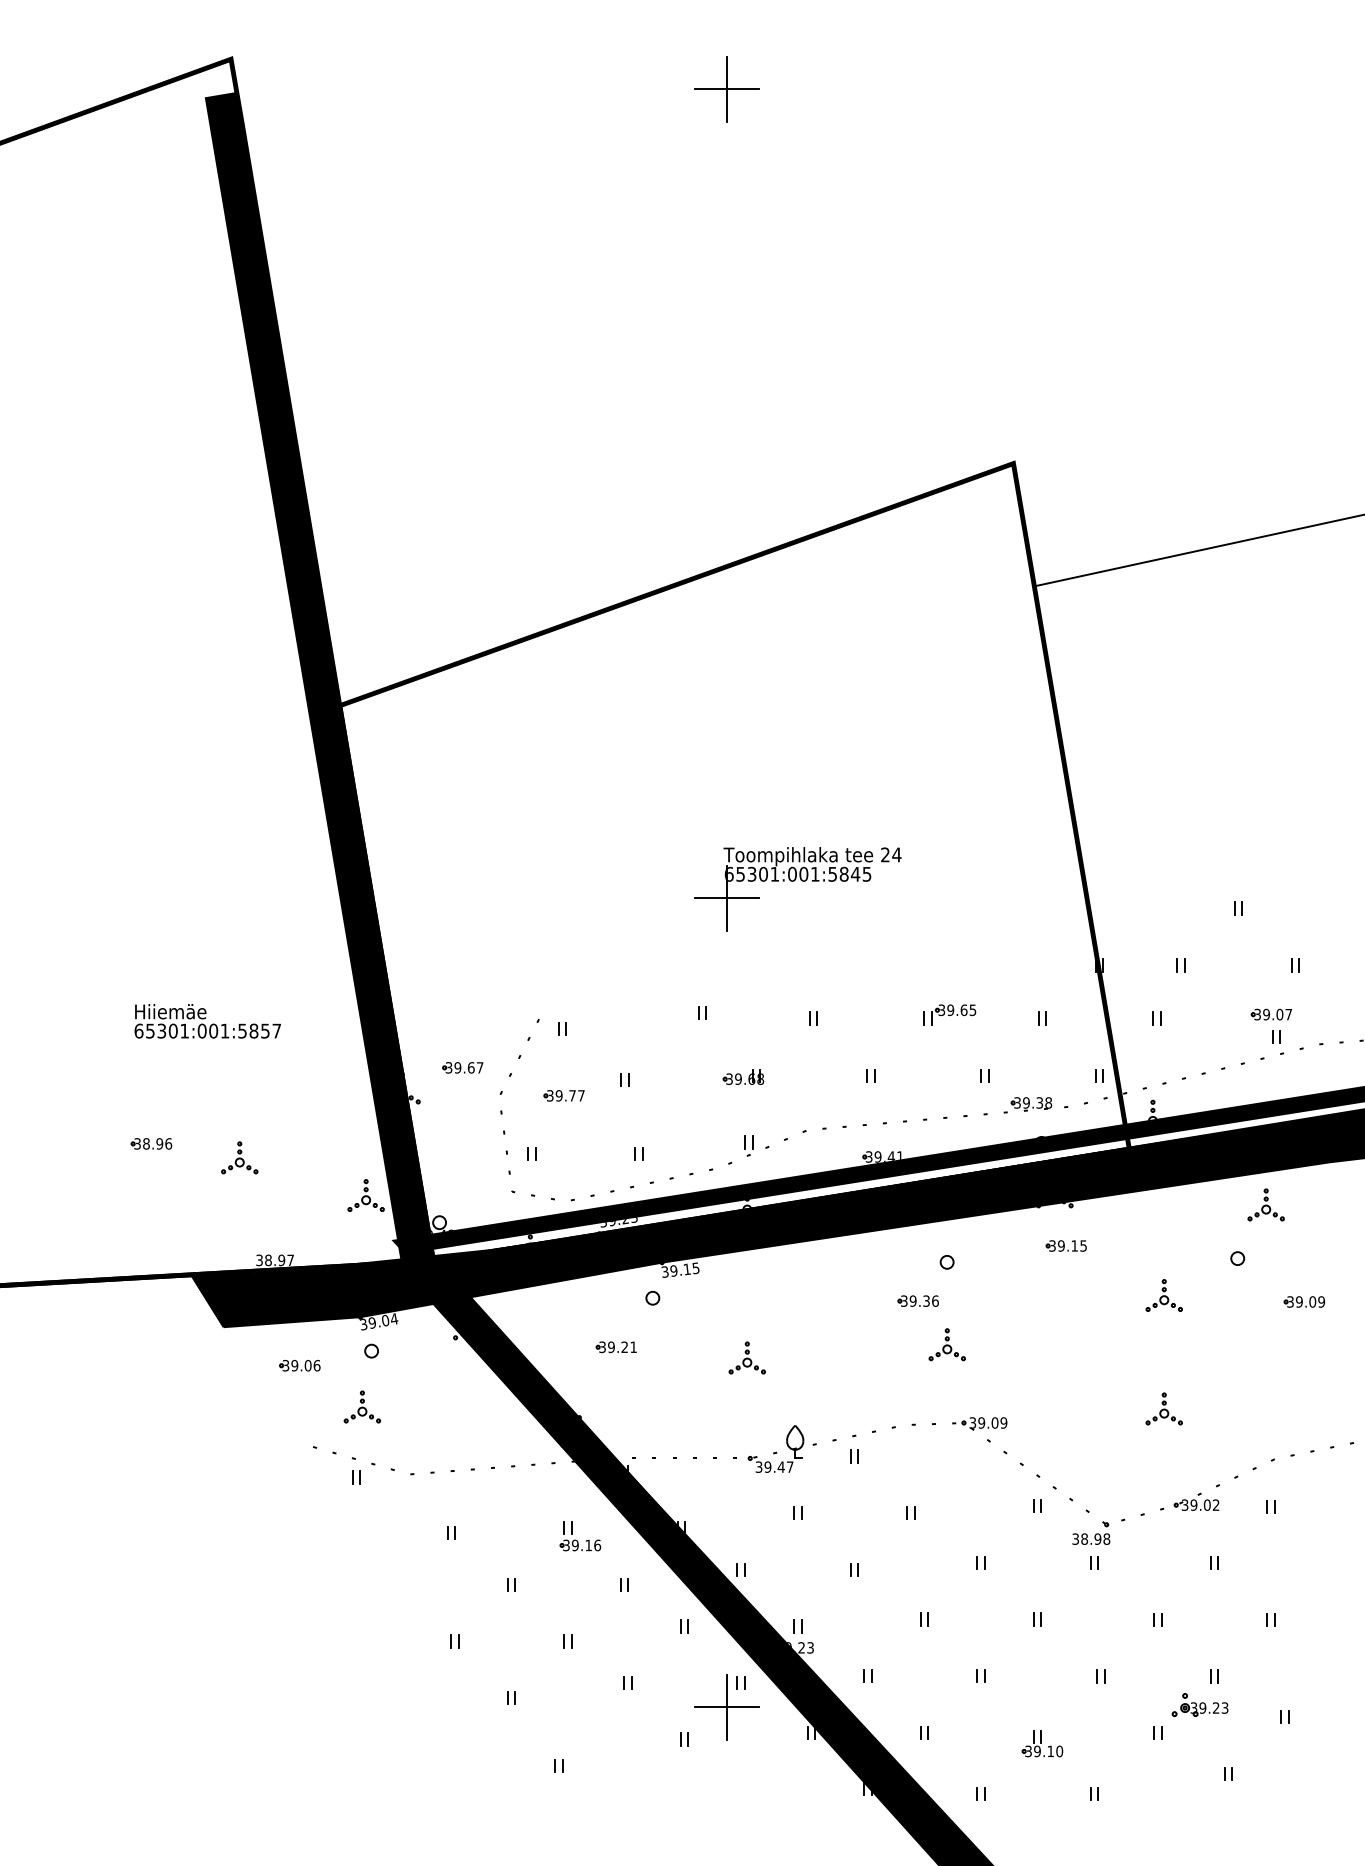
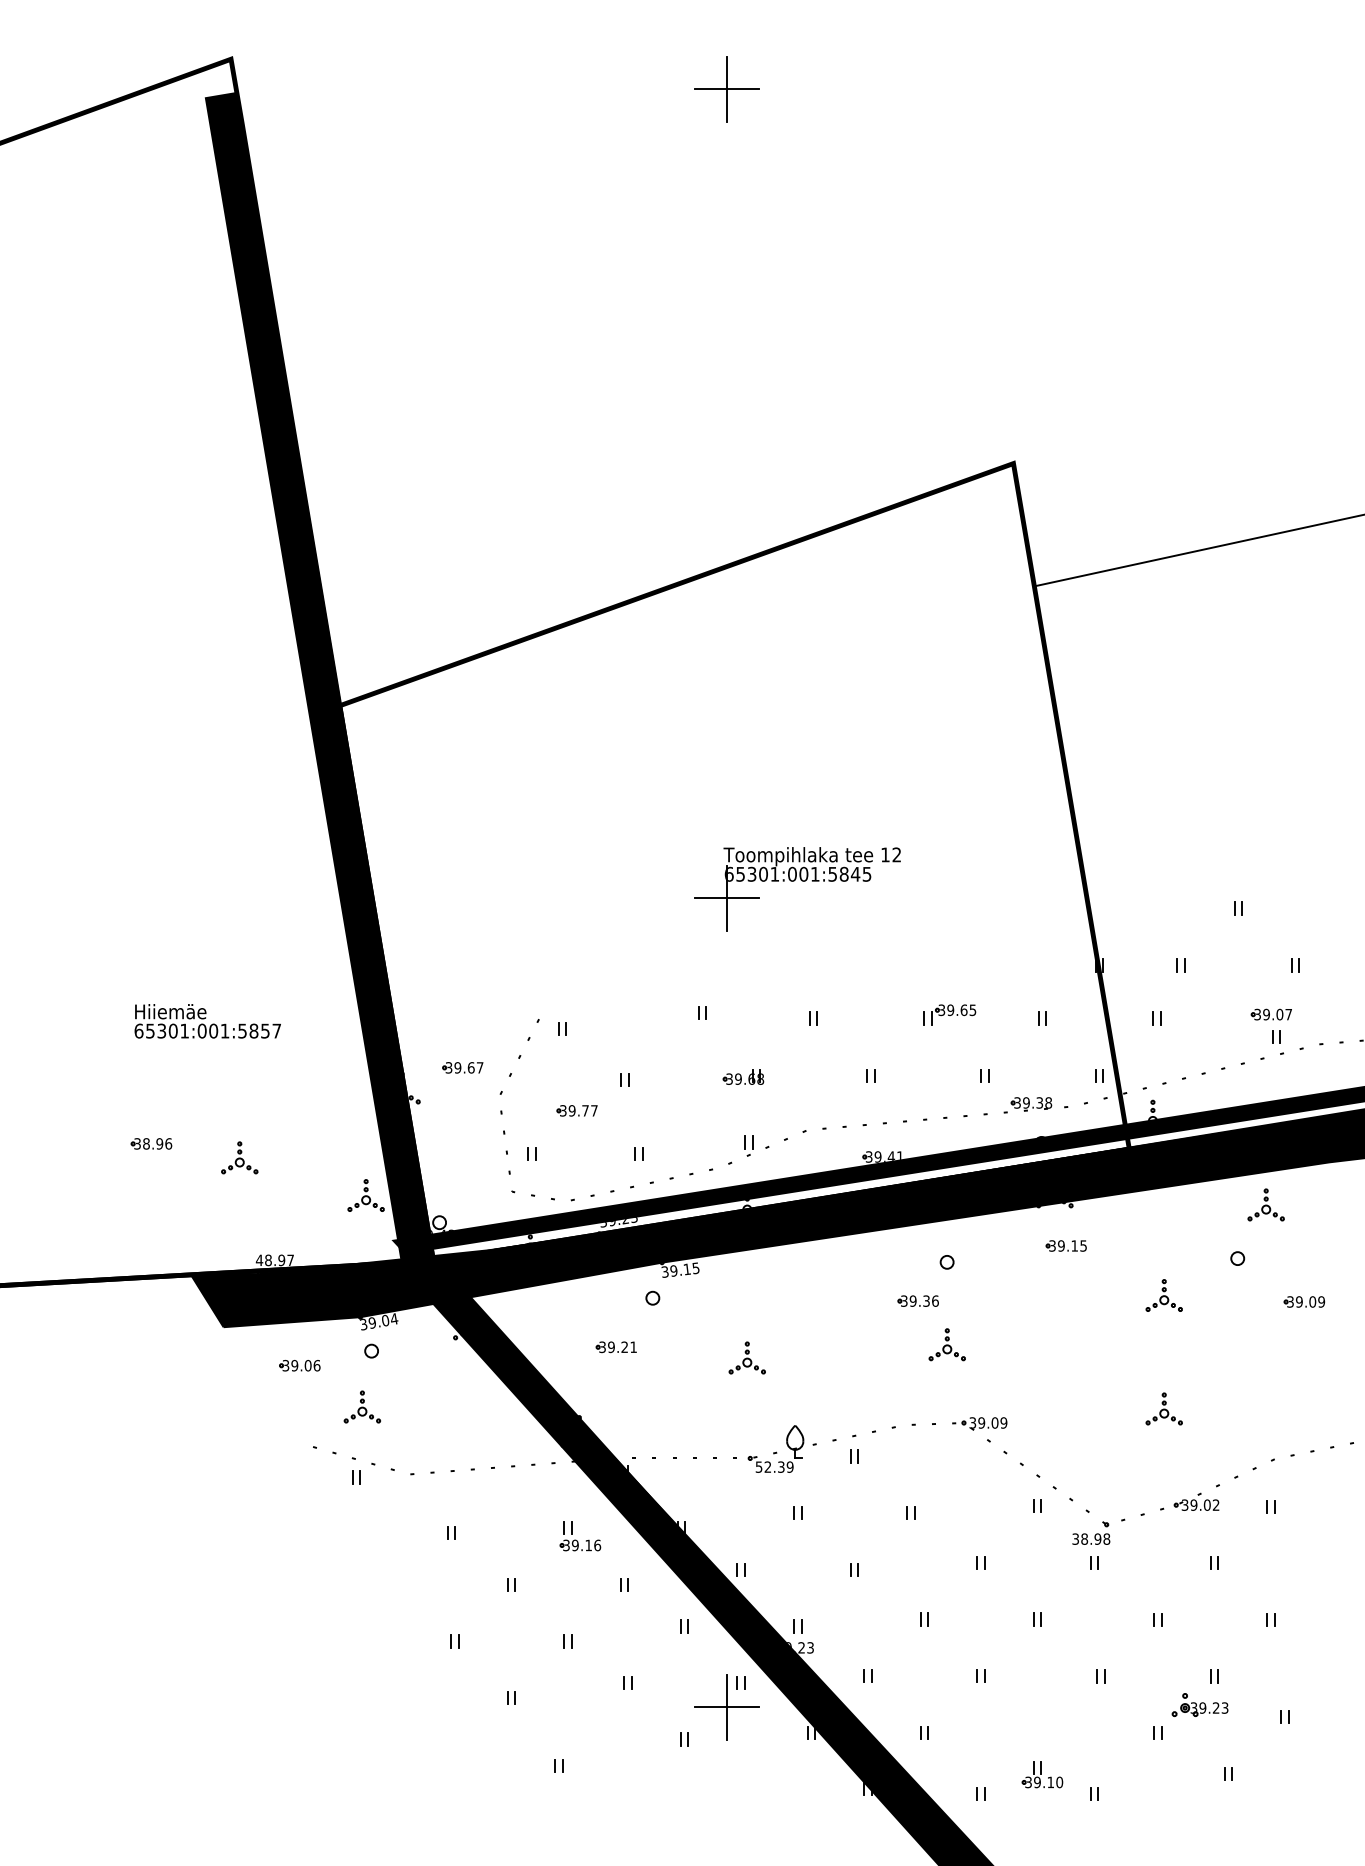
text at (891, 854): 24 -> 12
part at (563, 1095) position: (563, 1095) -> (576, 1110)
text at (259, 1260): 38.97 -> 48.97
text at (774, 1466): 39.47 -> 52.39
part at (1042, 1743) position: (1042, 1743) -> (1042, 1774)
